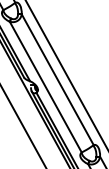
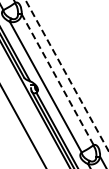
line at (67, 76): solid -> dashed
line at (57, 79): solid -> dashed
